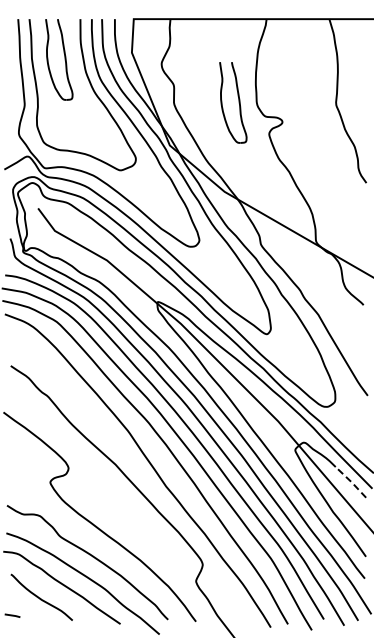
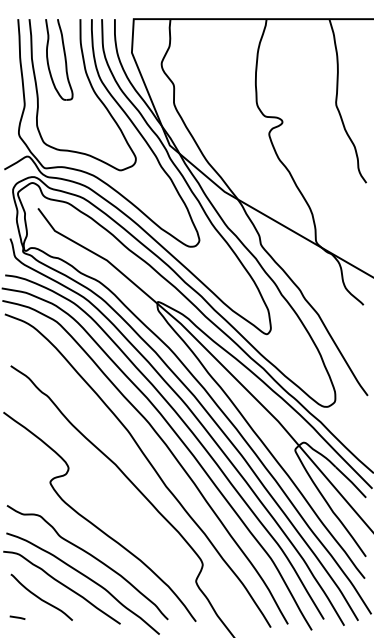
part at (233, 102): present -> none
line at (351, 481): dashed -> solid
line at (12, 615) position: (12, 615) -> (17, 617)
